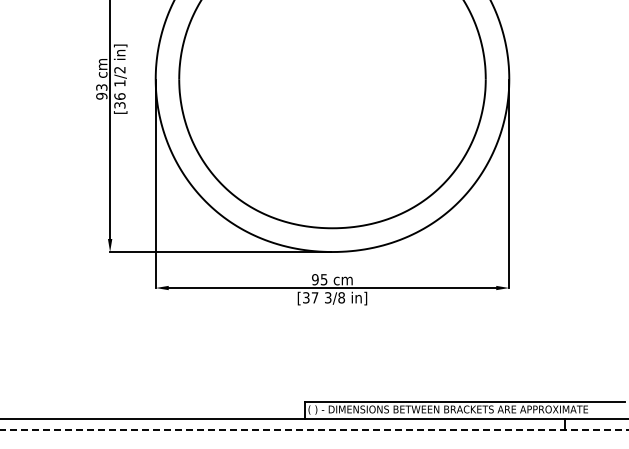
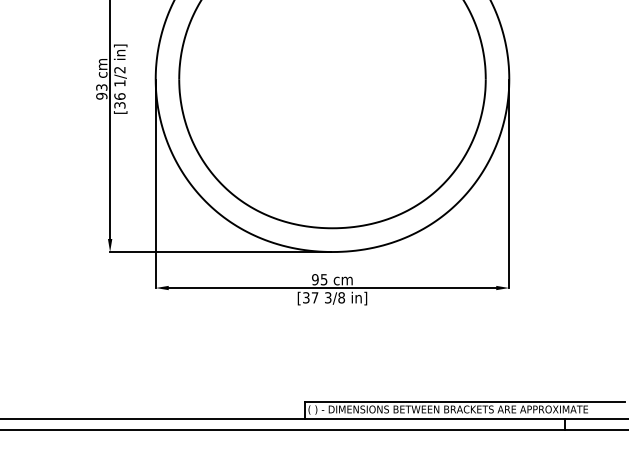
line at (314, 429): dashed -> solid
